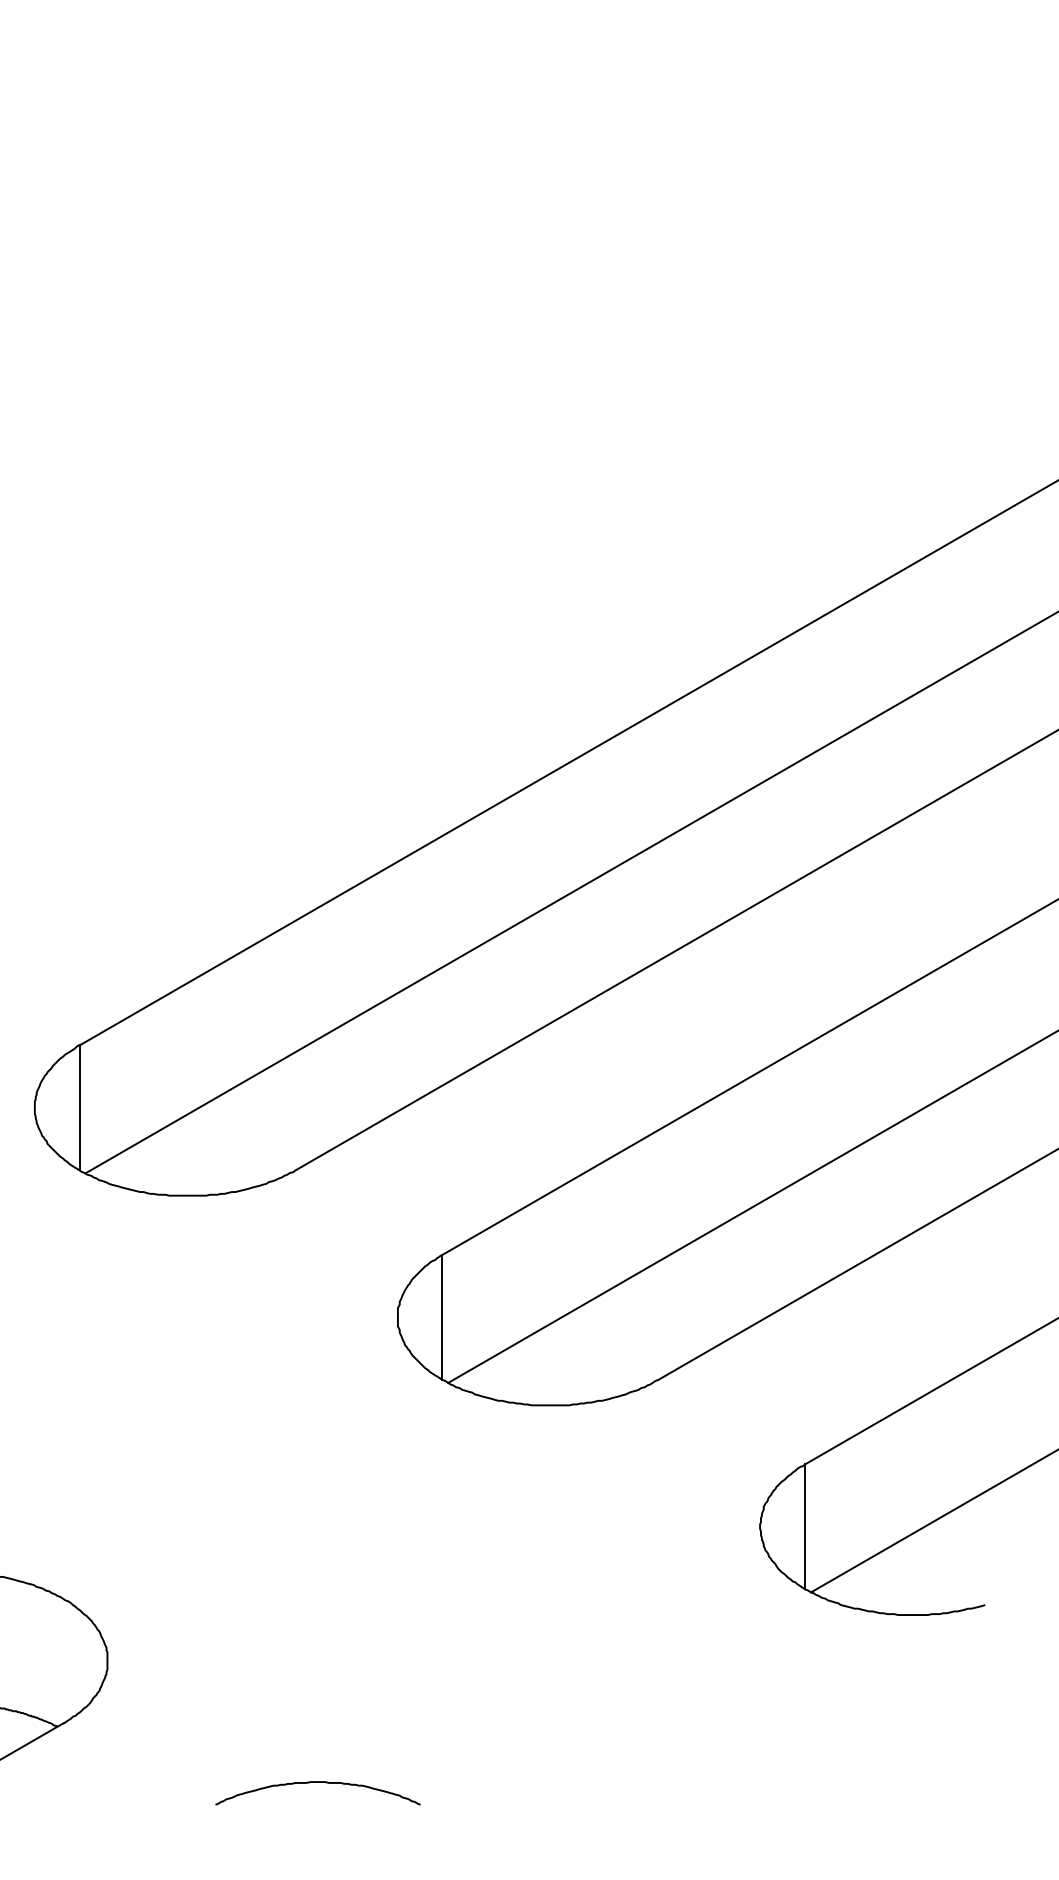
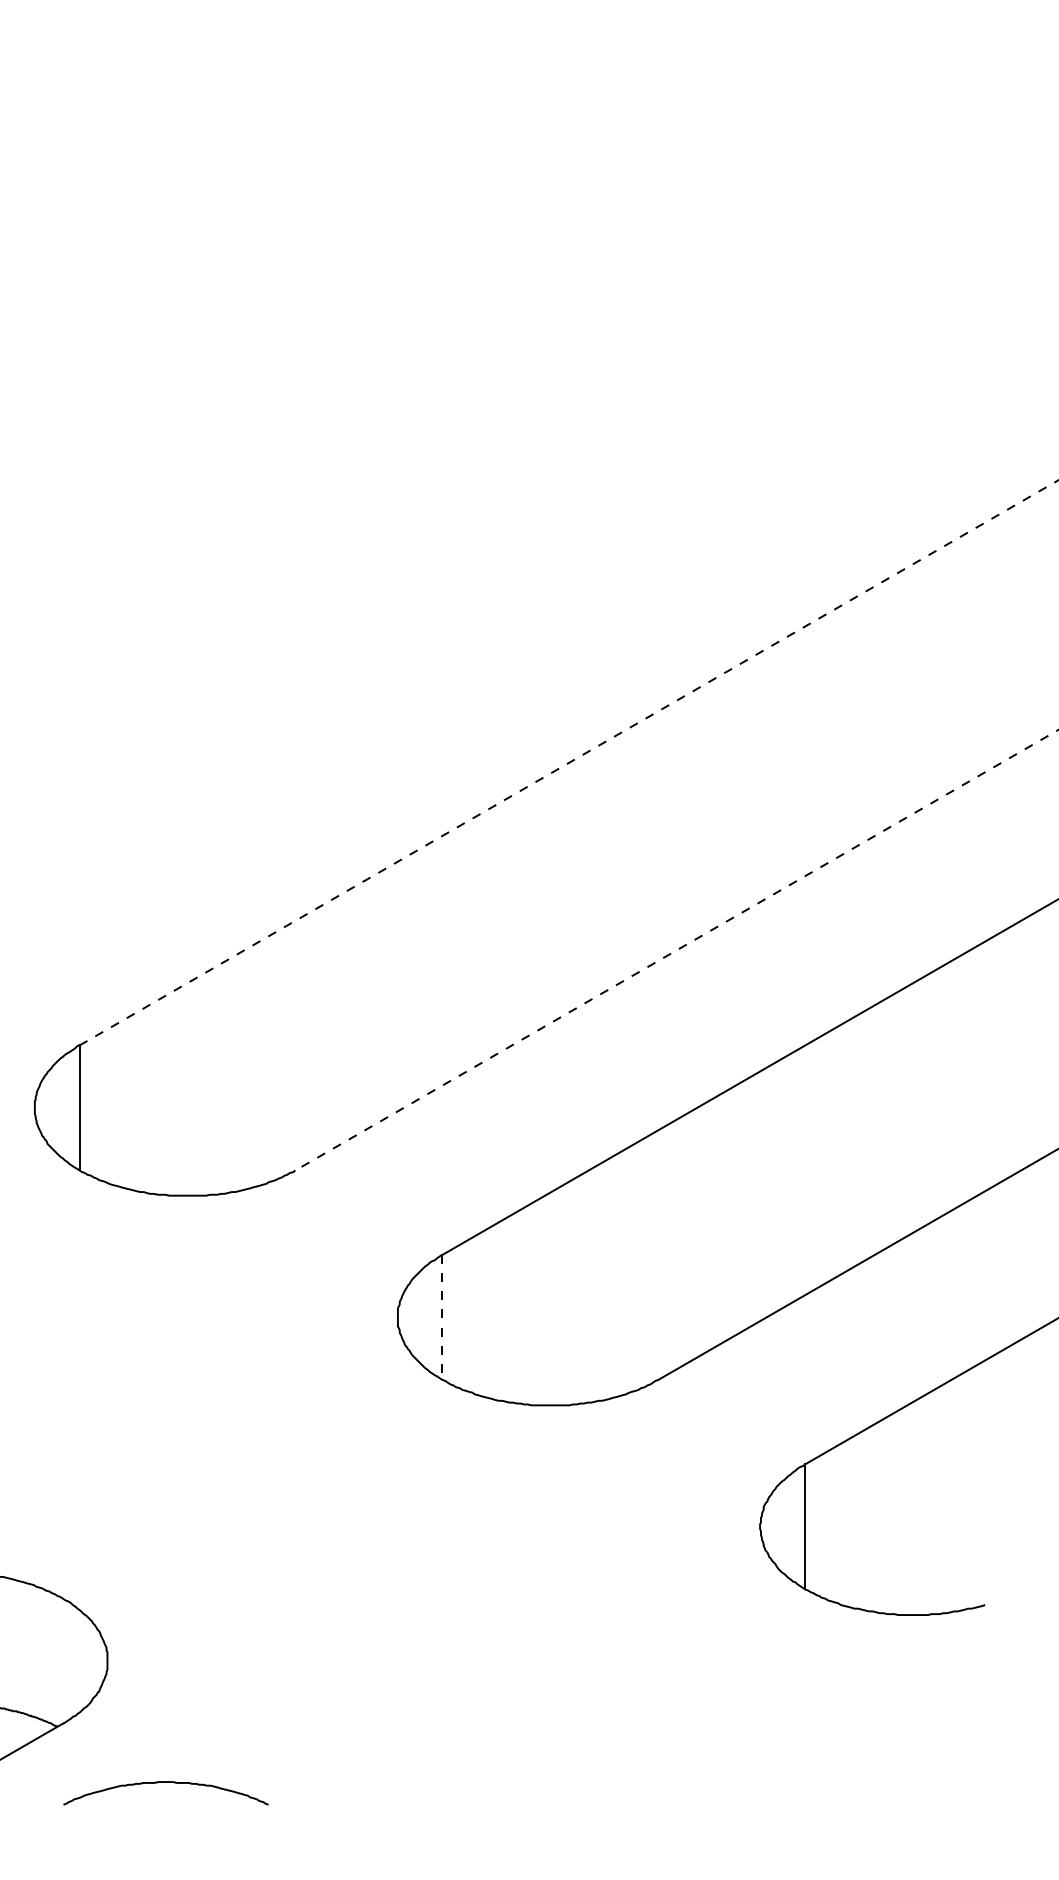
line at (569, 762): solid -> dashed
line at (570, 893): present -> none
line at (676, 950): solid -> dashed
line at (751, 1207): present -> none
line at (442, 1317): solid -> dashed
line at (933, 1521): present -> none
curve at (317, 1782) position: (317, 1782) -> (165, 1782)
